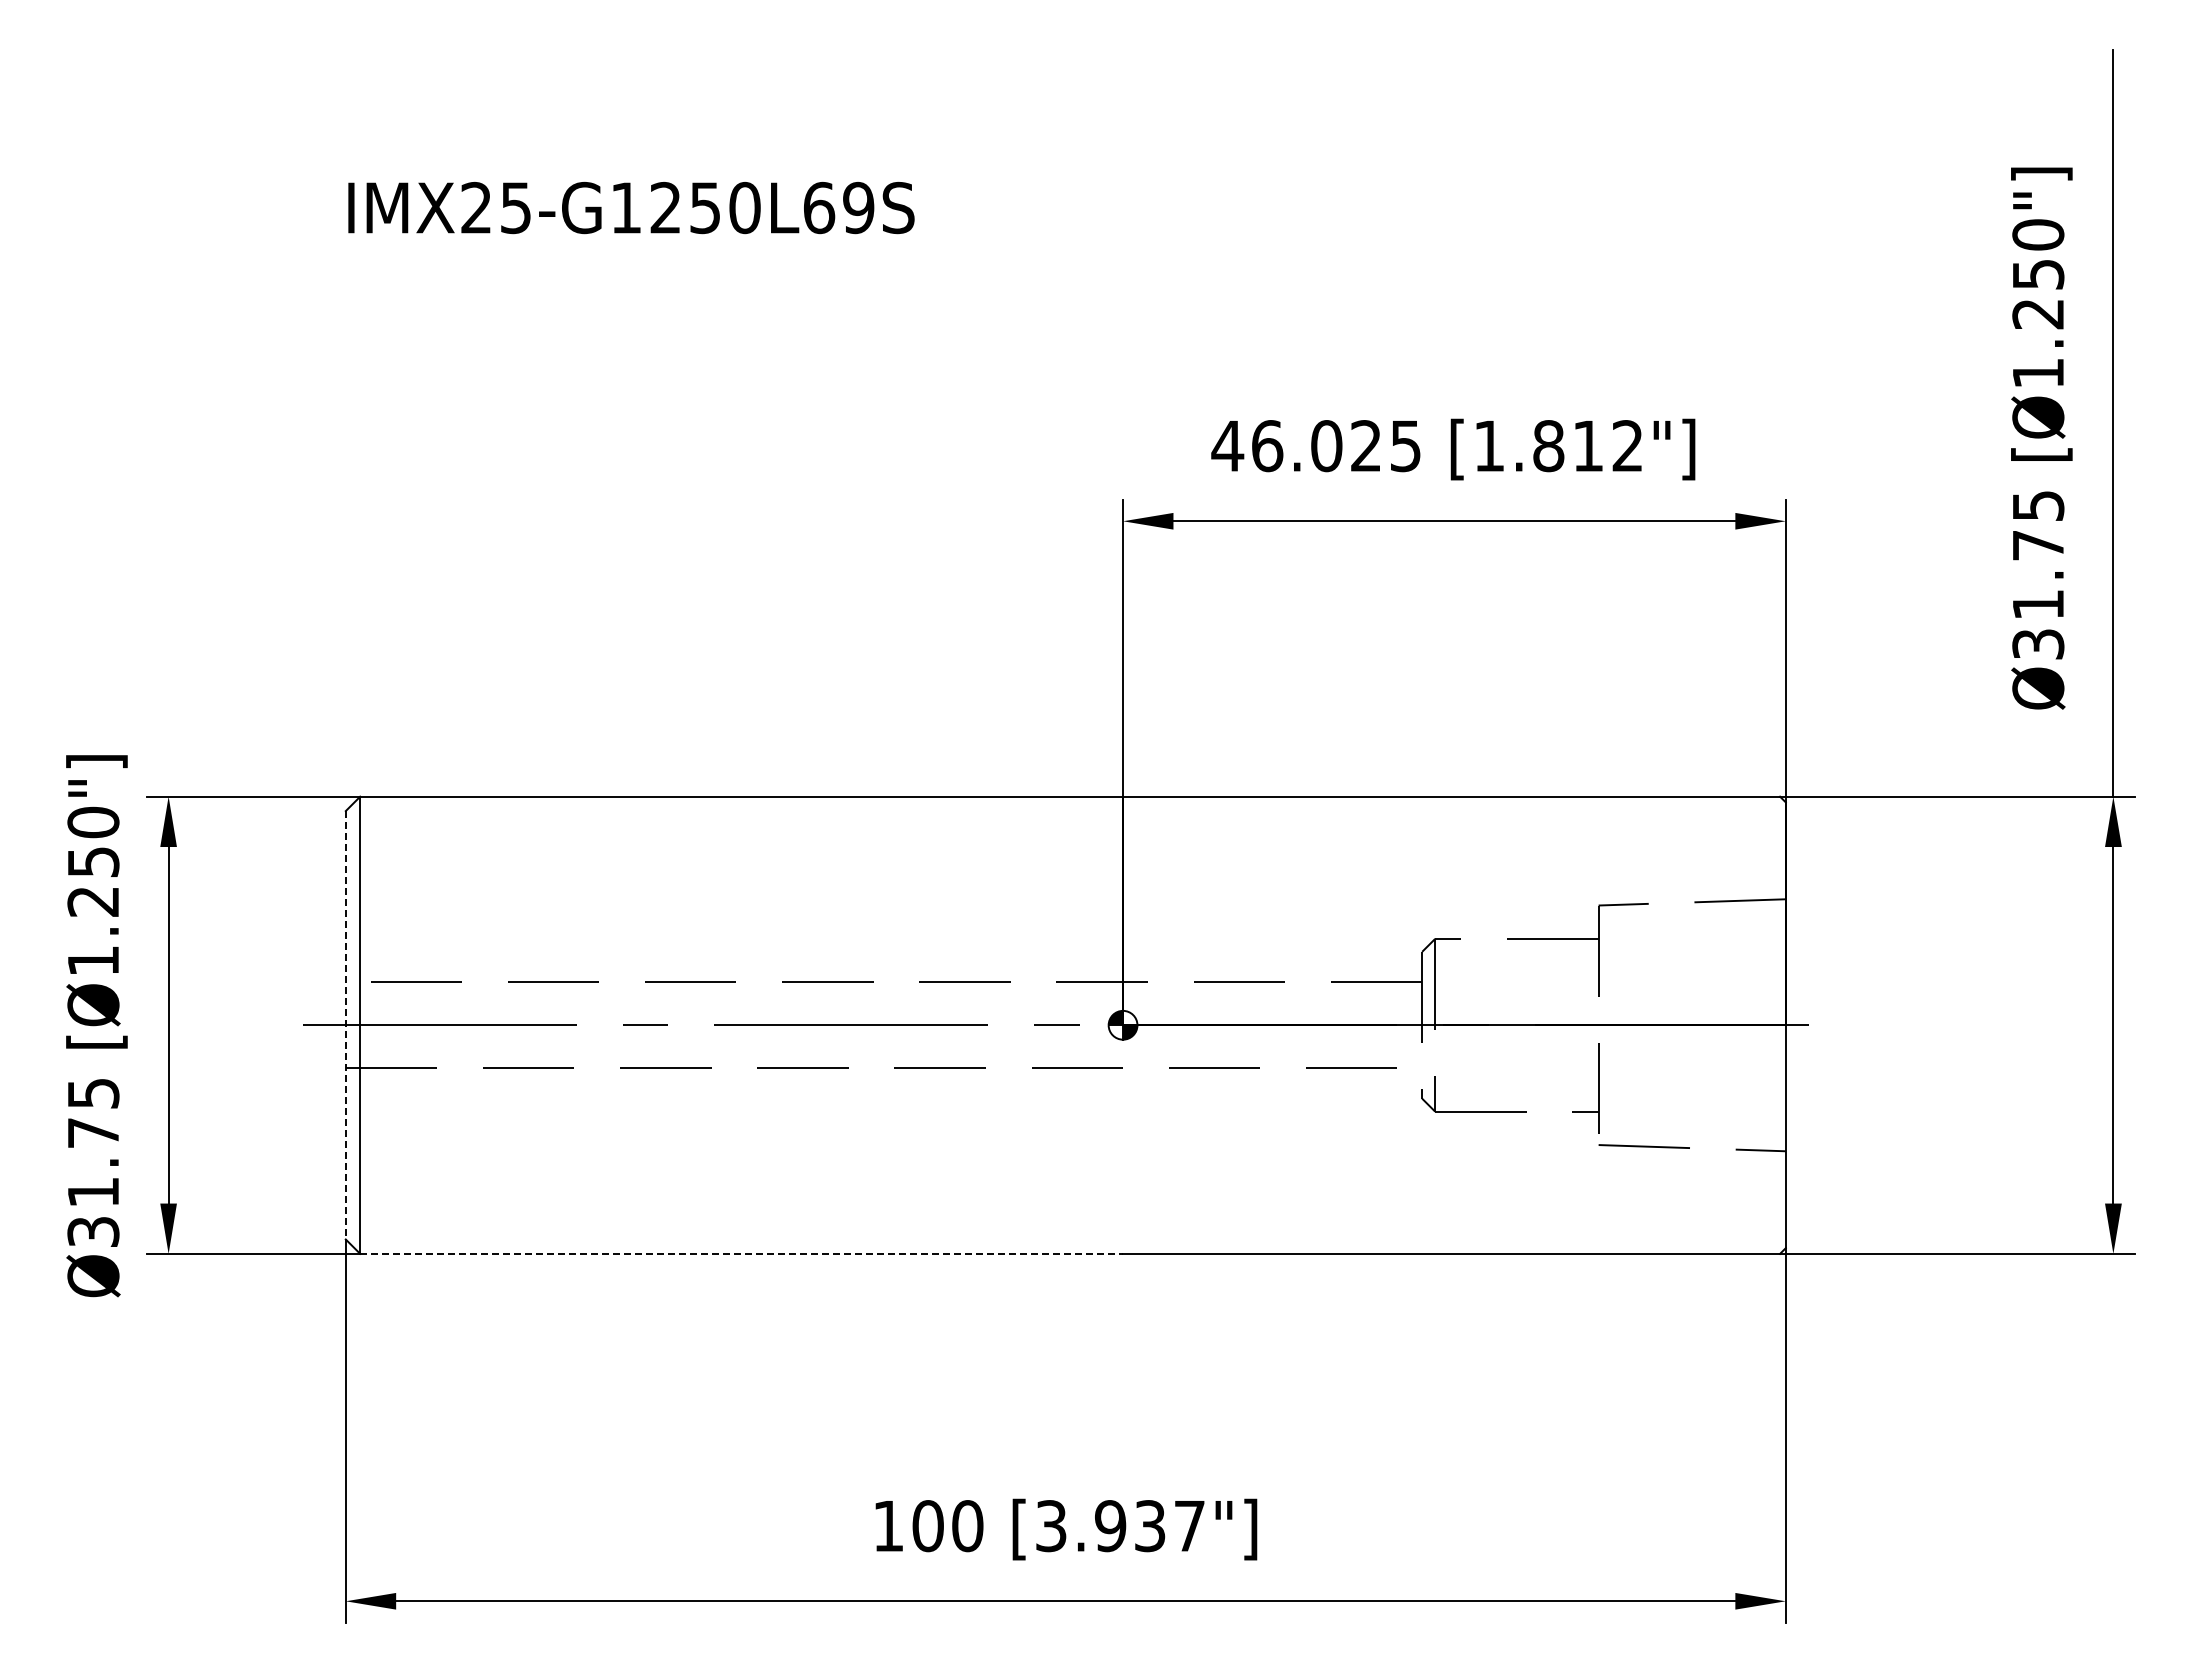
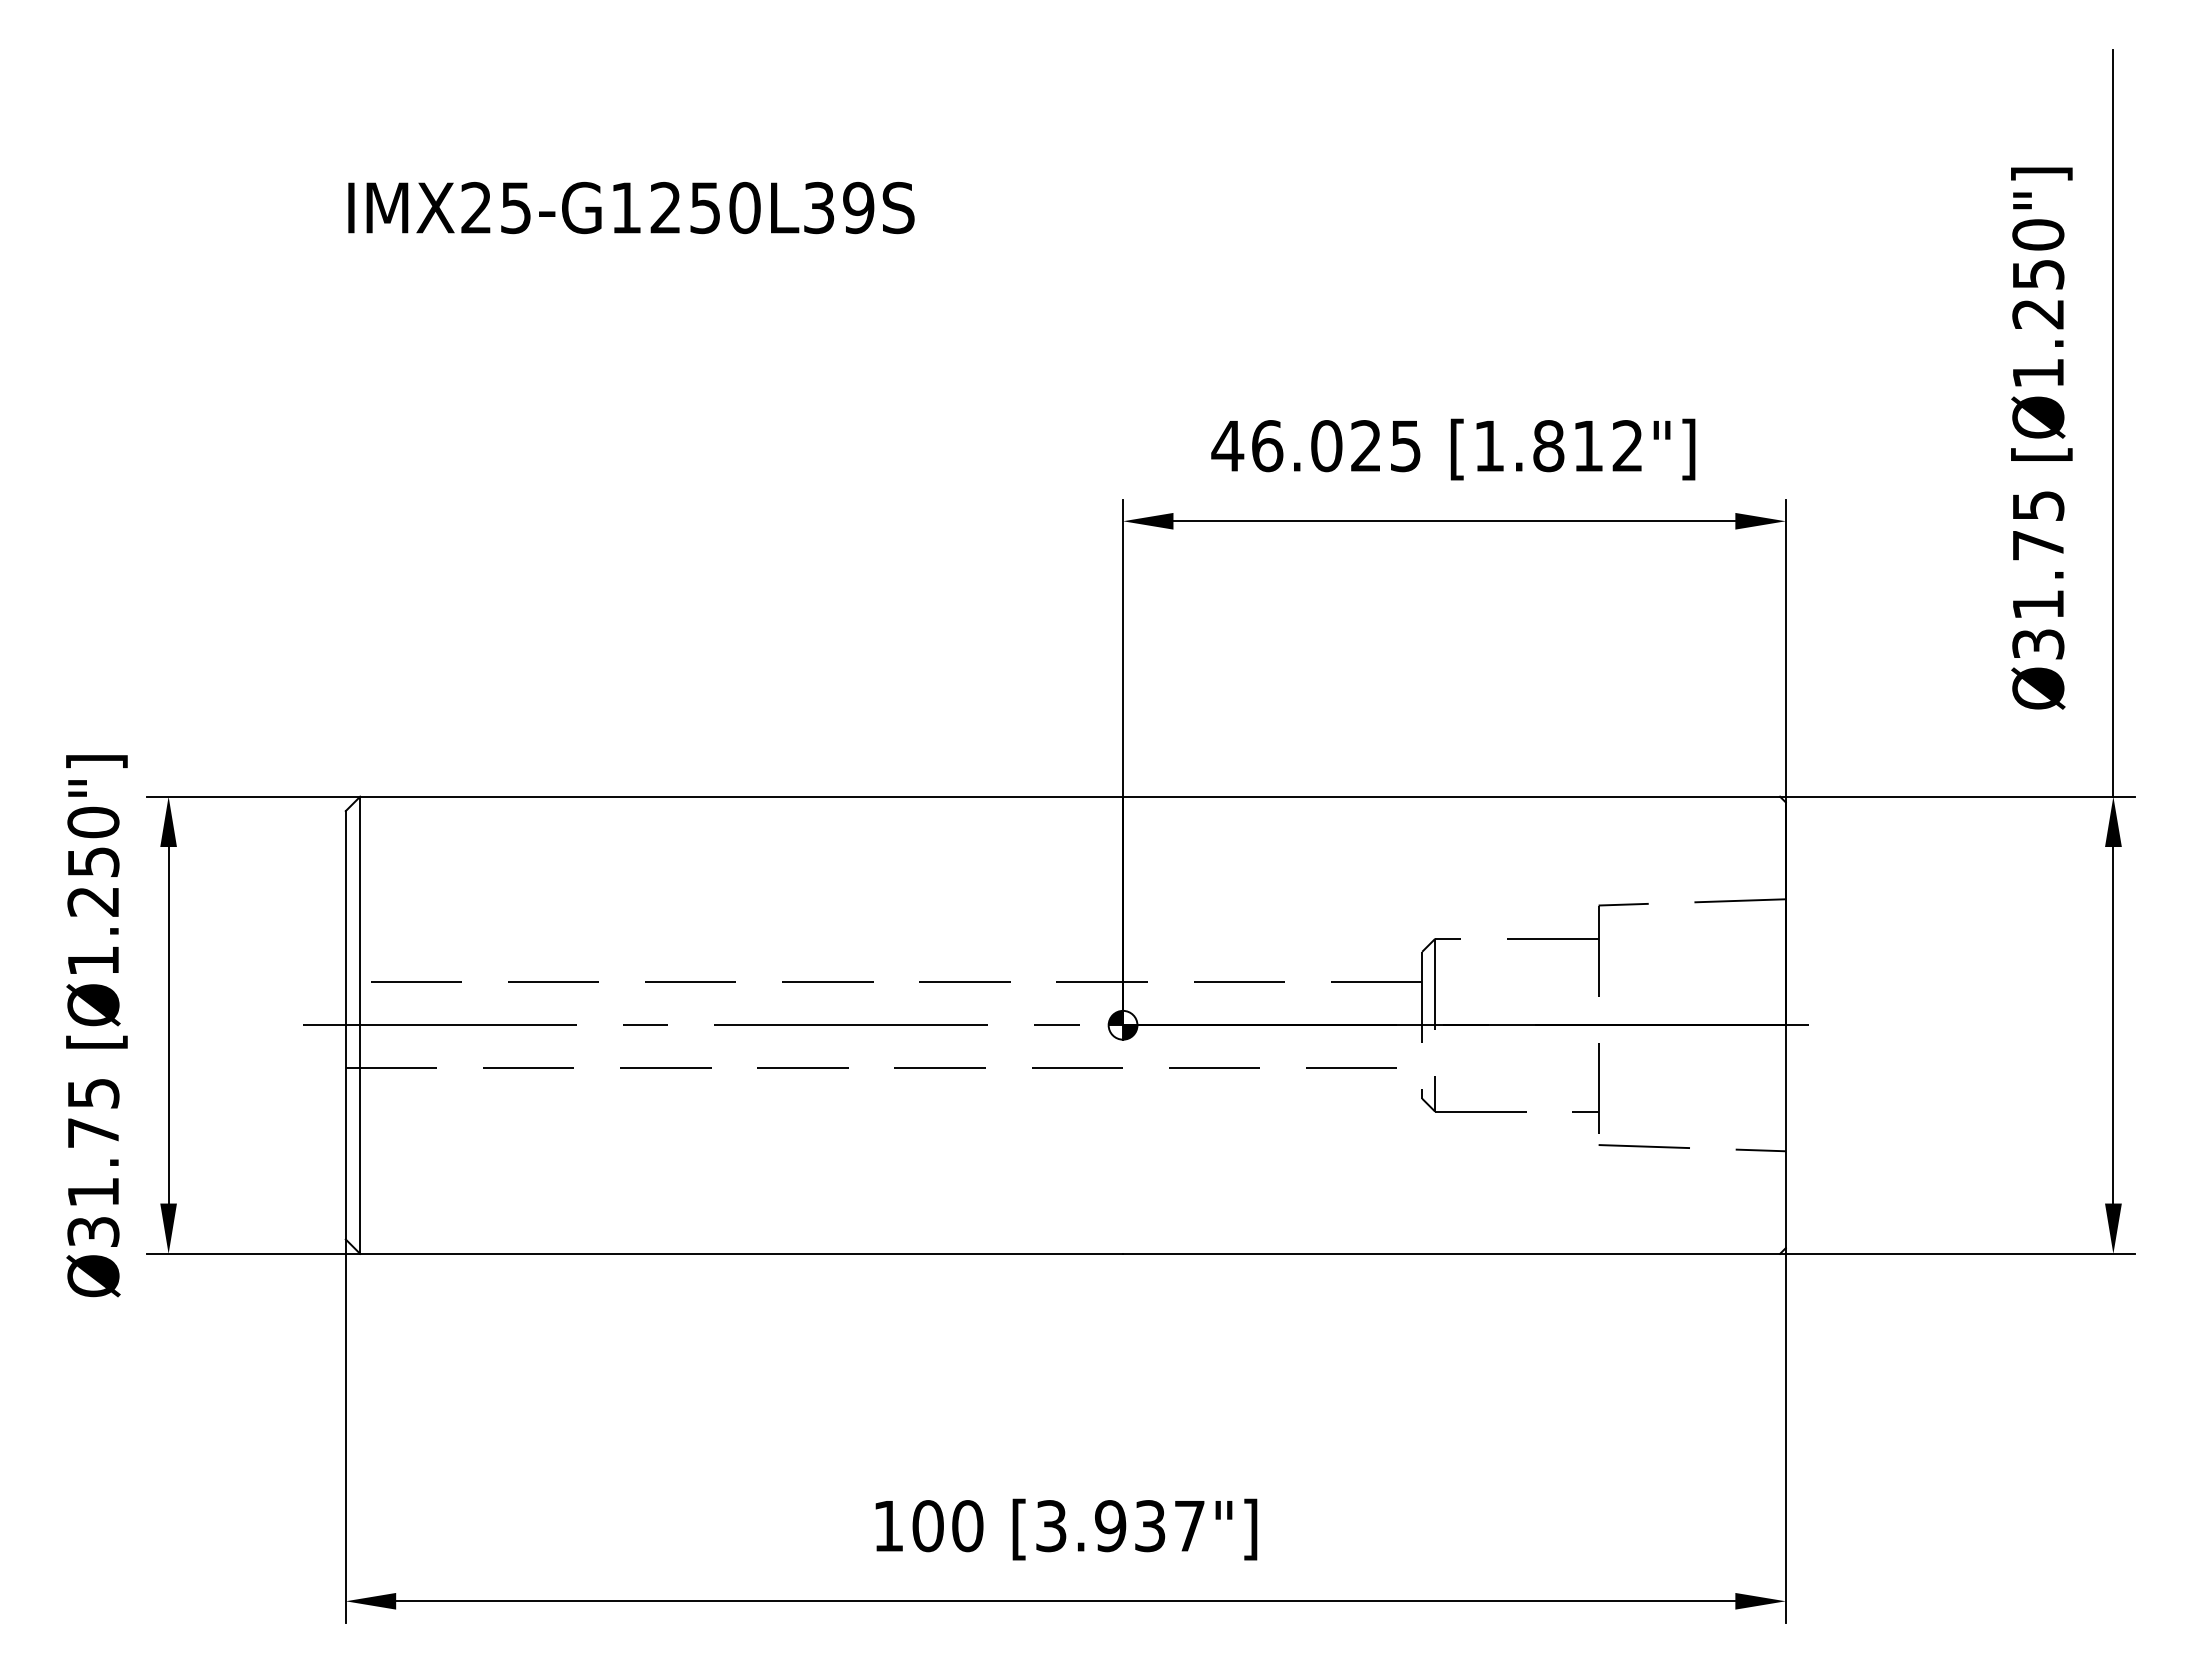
text at (819, 207): IMX25-G1250L69S -> IMX25-G1250L39S
line at (345, 1025): dashed -> solid
line at (742, 1253): dashed -> solid
